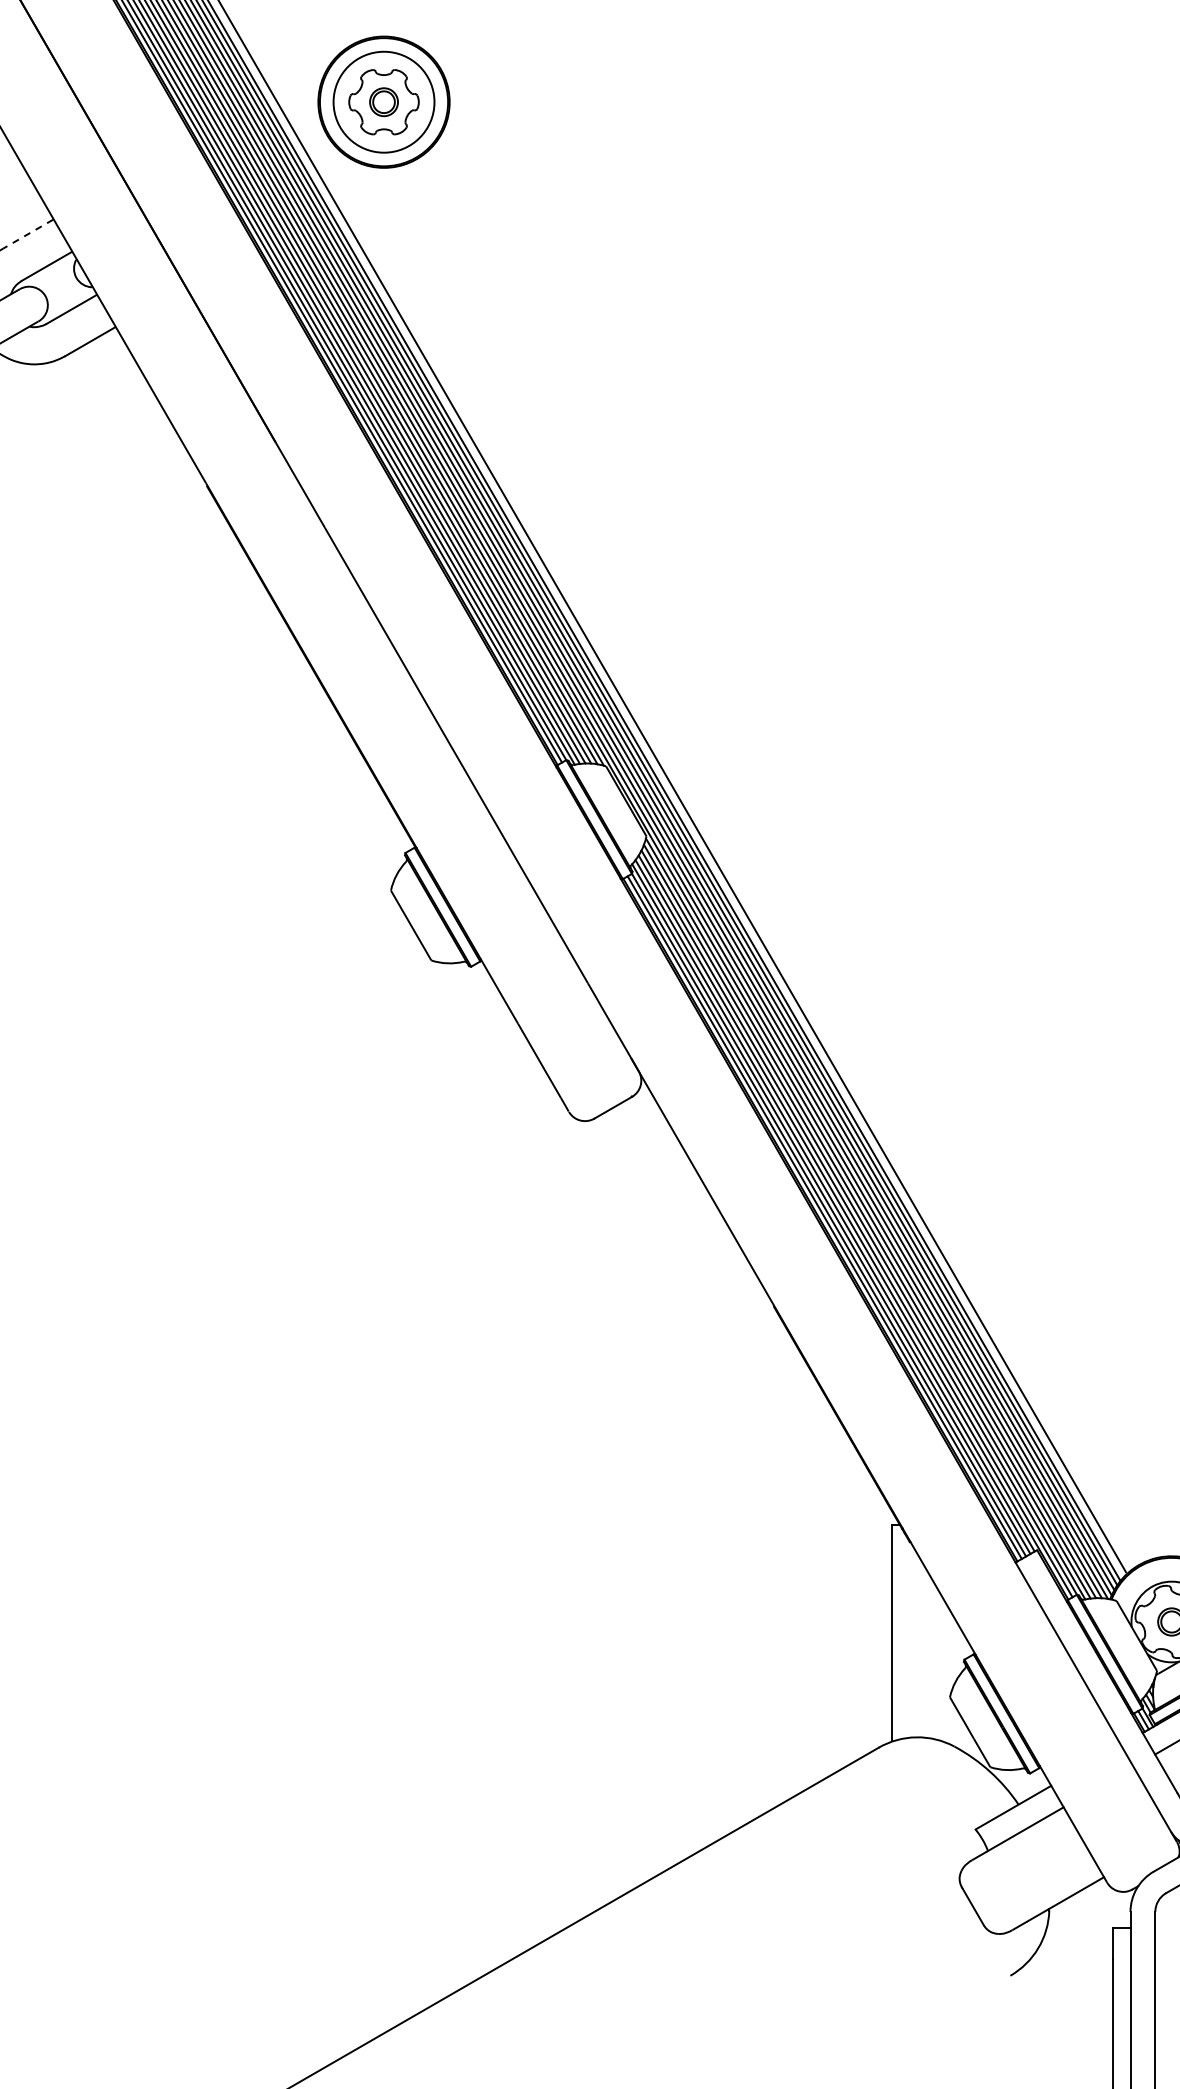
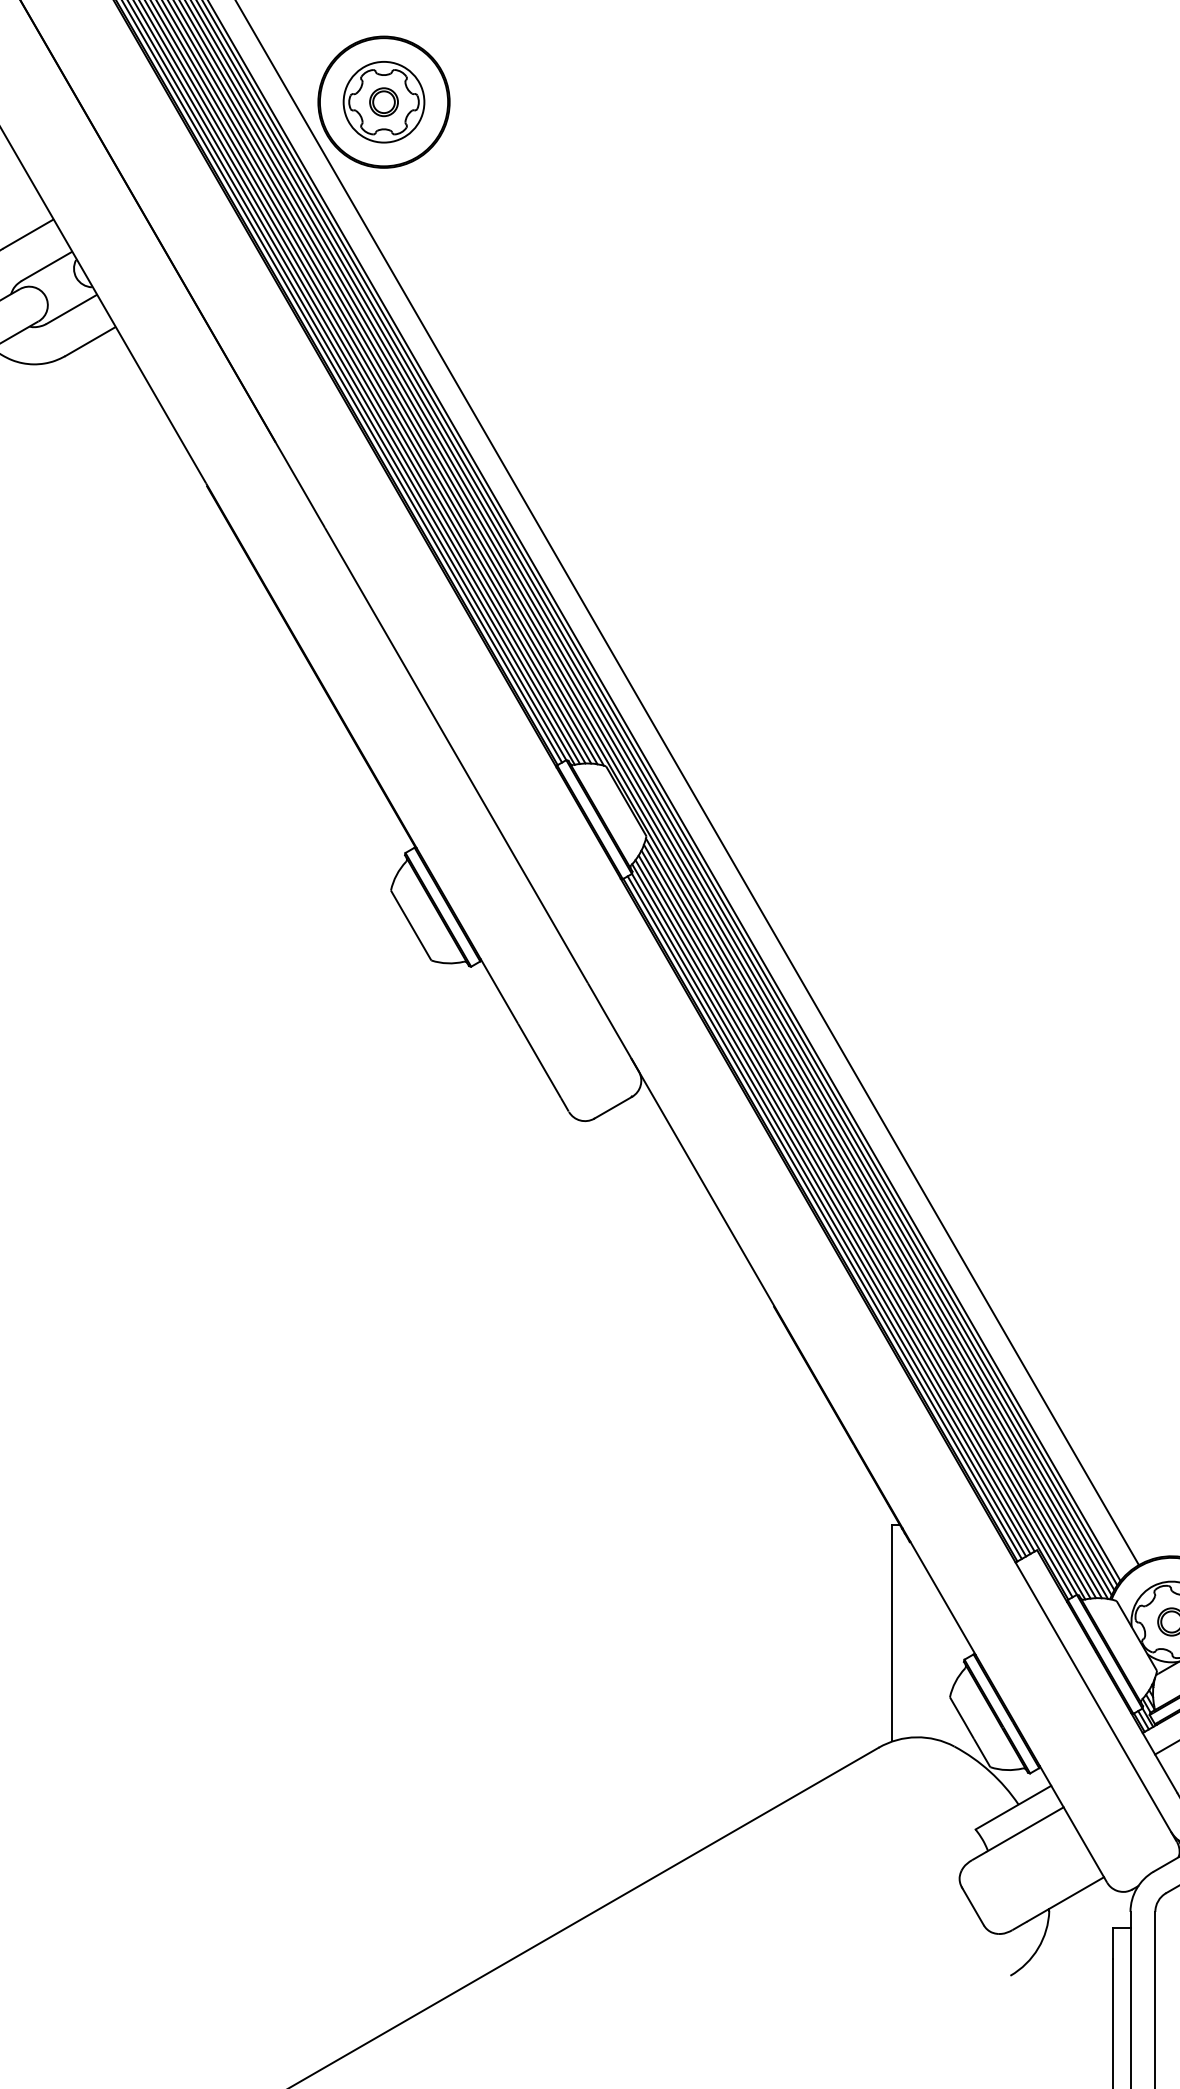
circle at (383, 101) diameter: 101 px -> 81 px
line at (28, 234): dashed -> solid
line at (672, 787) position: (672, 787) -> (687, 783)
